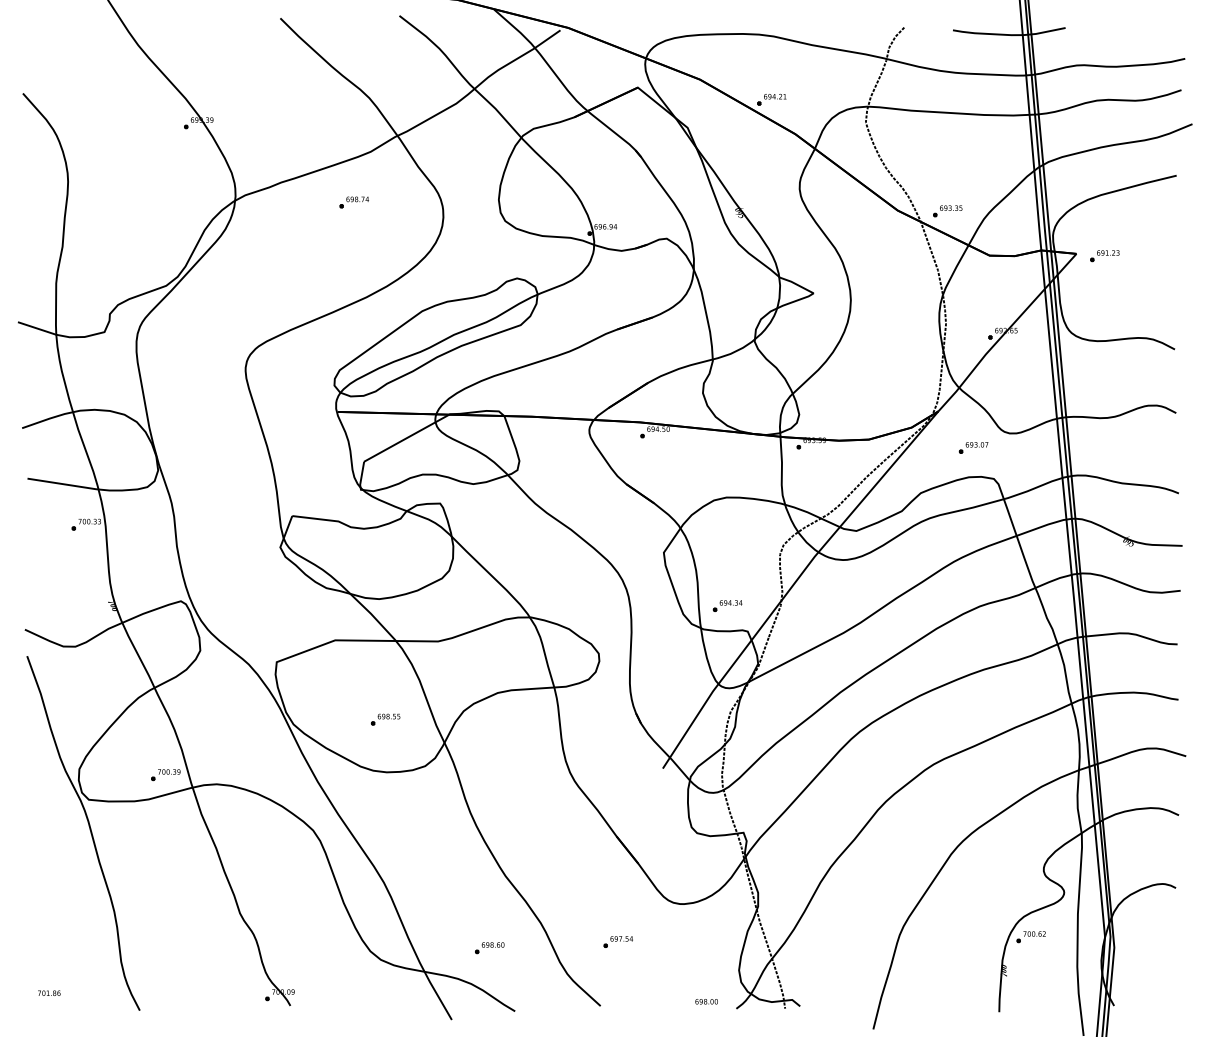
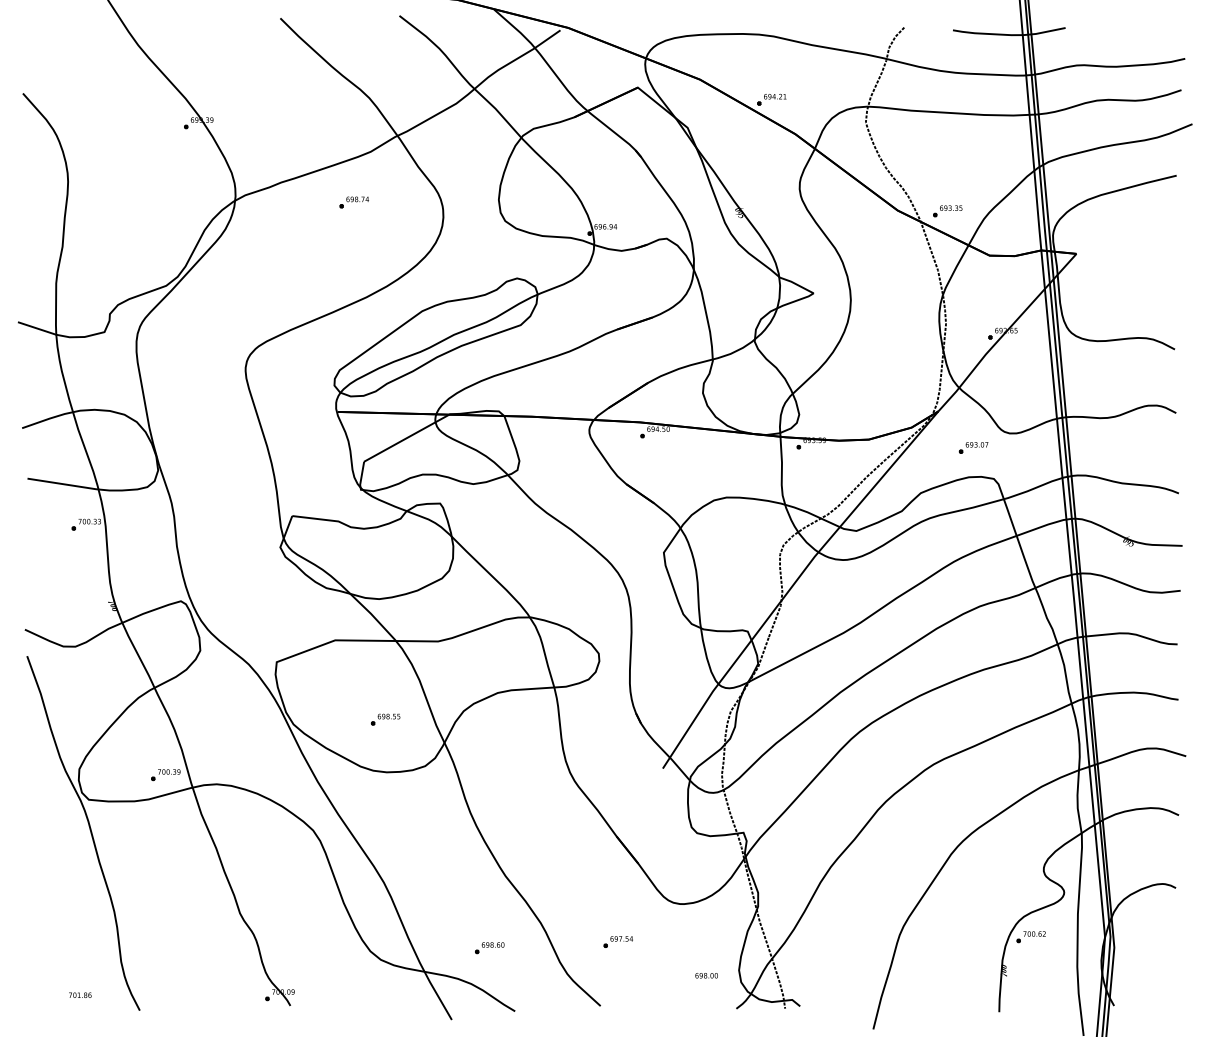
part at (1104, 256): present -> none
part at (727, 605): present -> none
text at (49, 992) position: (49, 992) -> (80, 994)
text at (706, 1001) position: (706, 1001) -> (706, 975)
